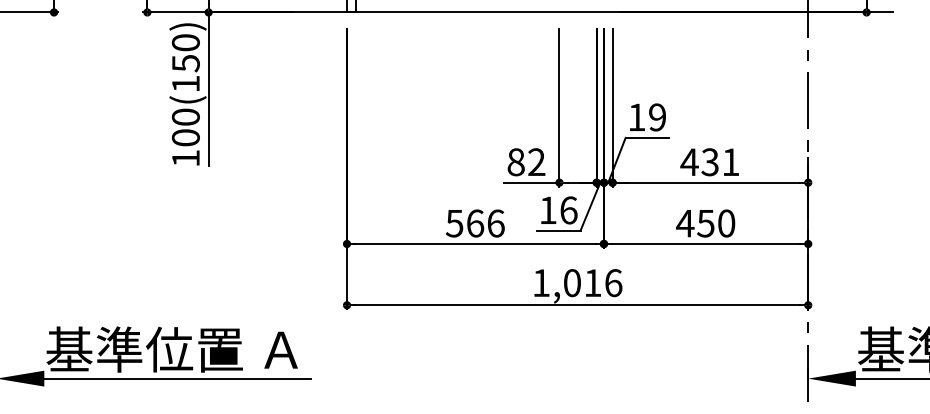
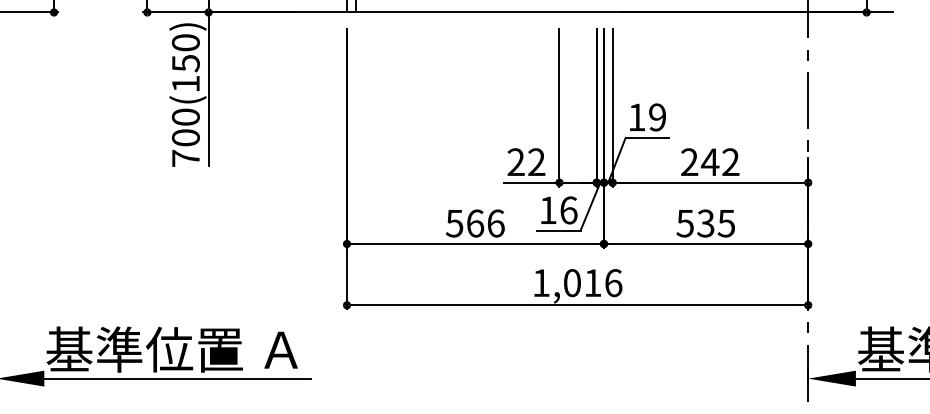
text at (185, 157): 100(150) -> 700(150)
text at (515, 162): 82 -> 22
text at (709, 162): 431 -> 242
text at (705, 223): 450 -> 535
